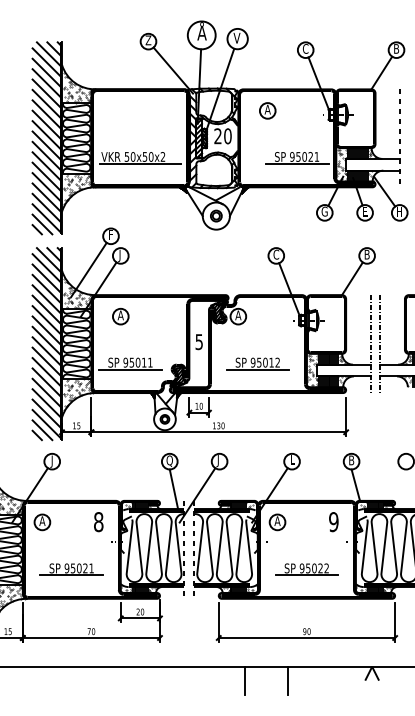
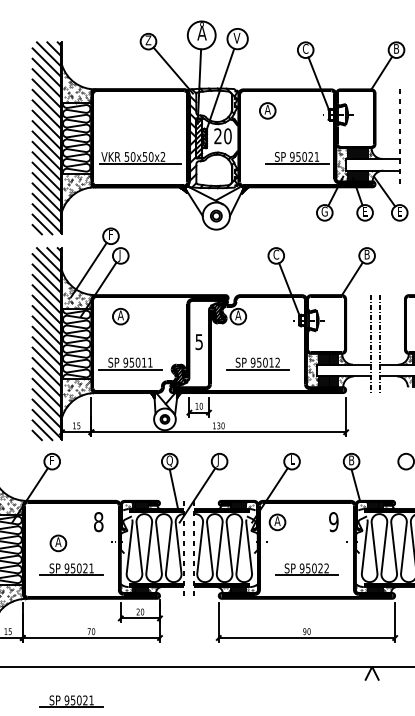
text at (399, 211): H -> E
text at (51, 461): J -> F
part at (42, 522) position: (42, 522) -> (58, 543)
line at (244, 680): present -> none
line at (288, 680): present -> none
part at (71, 701): none -> present
